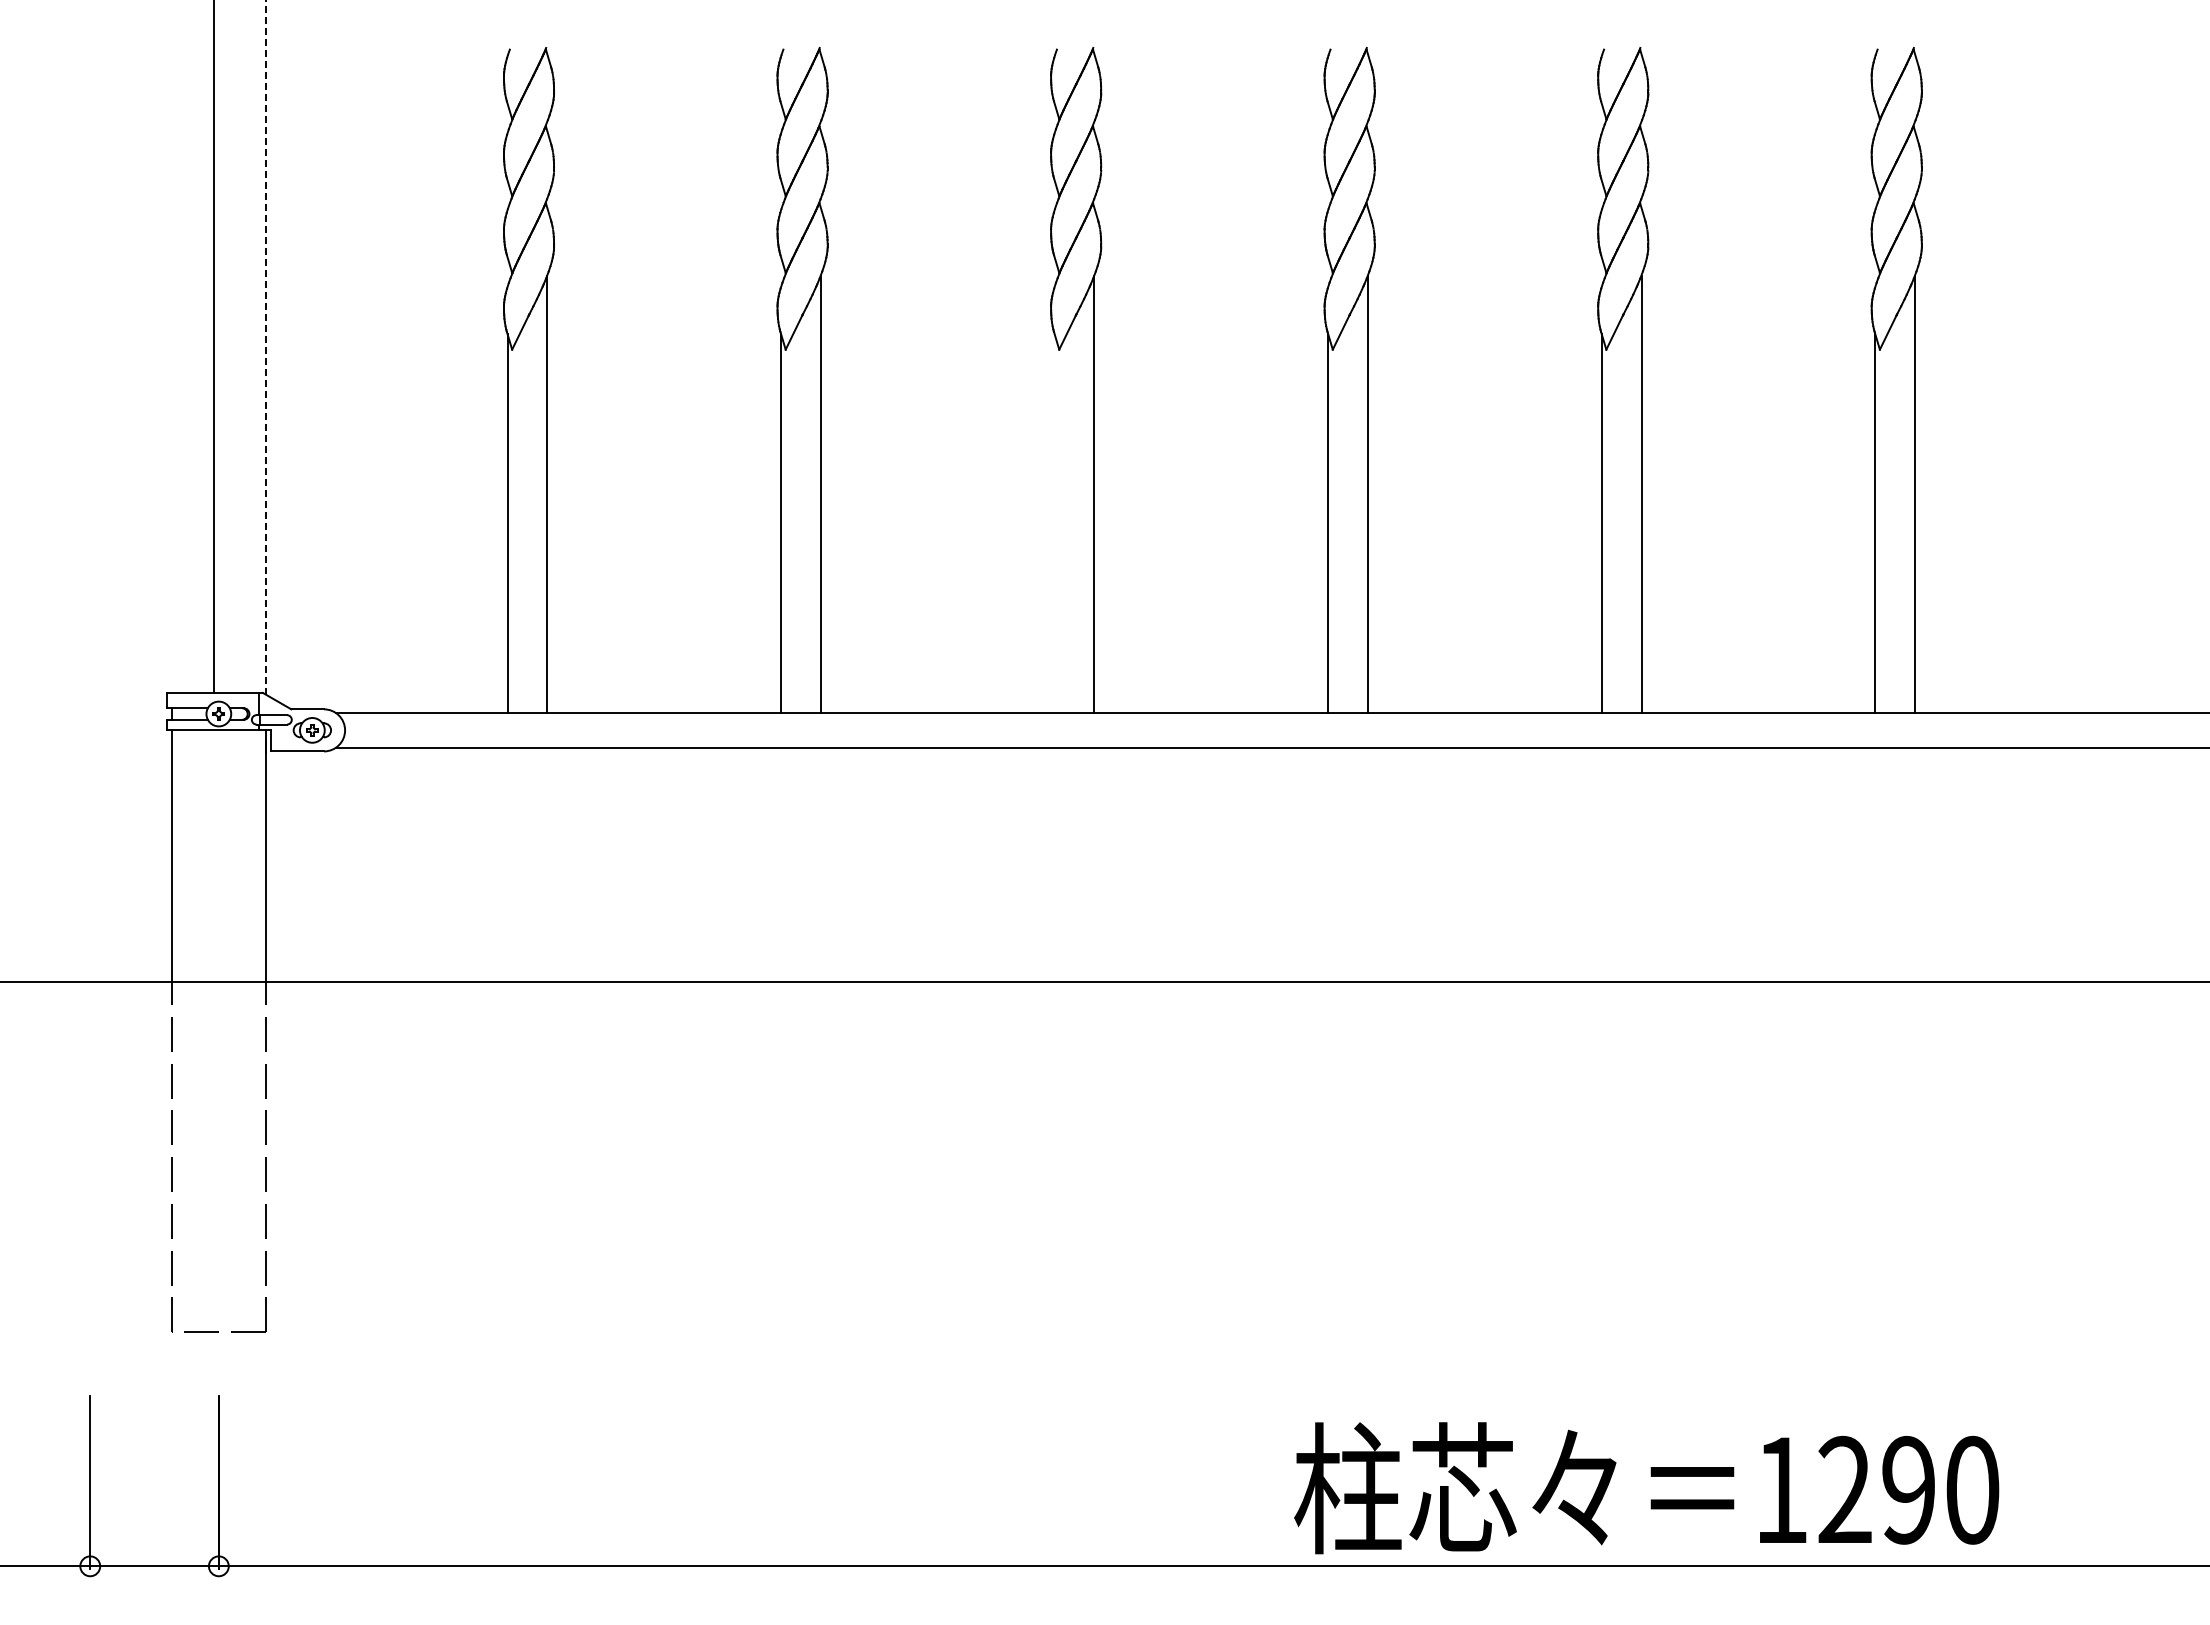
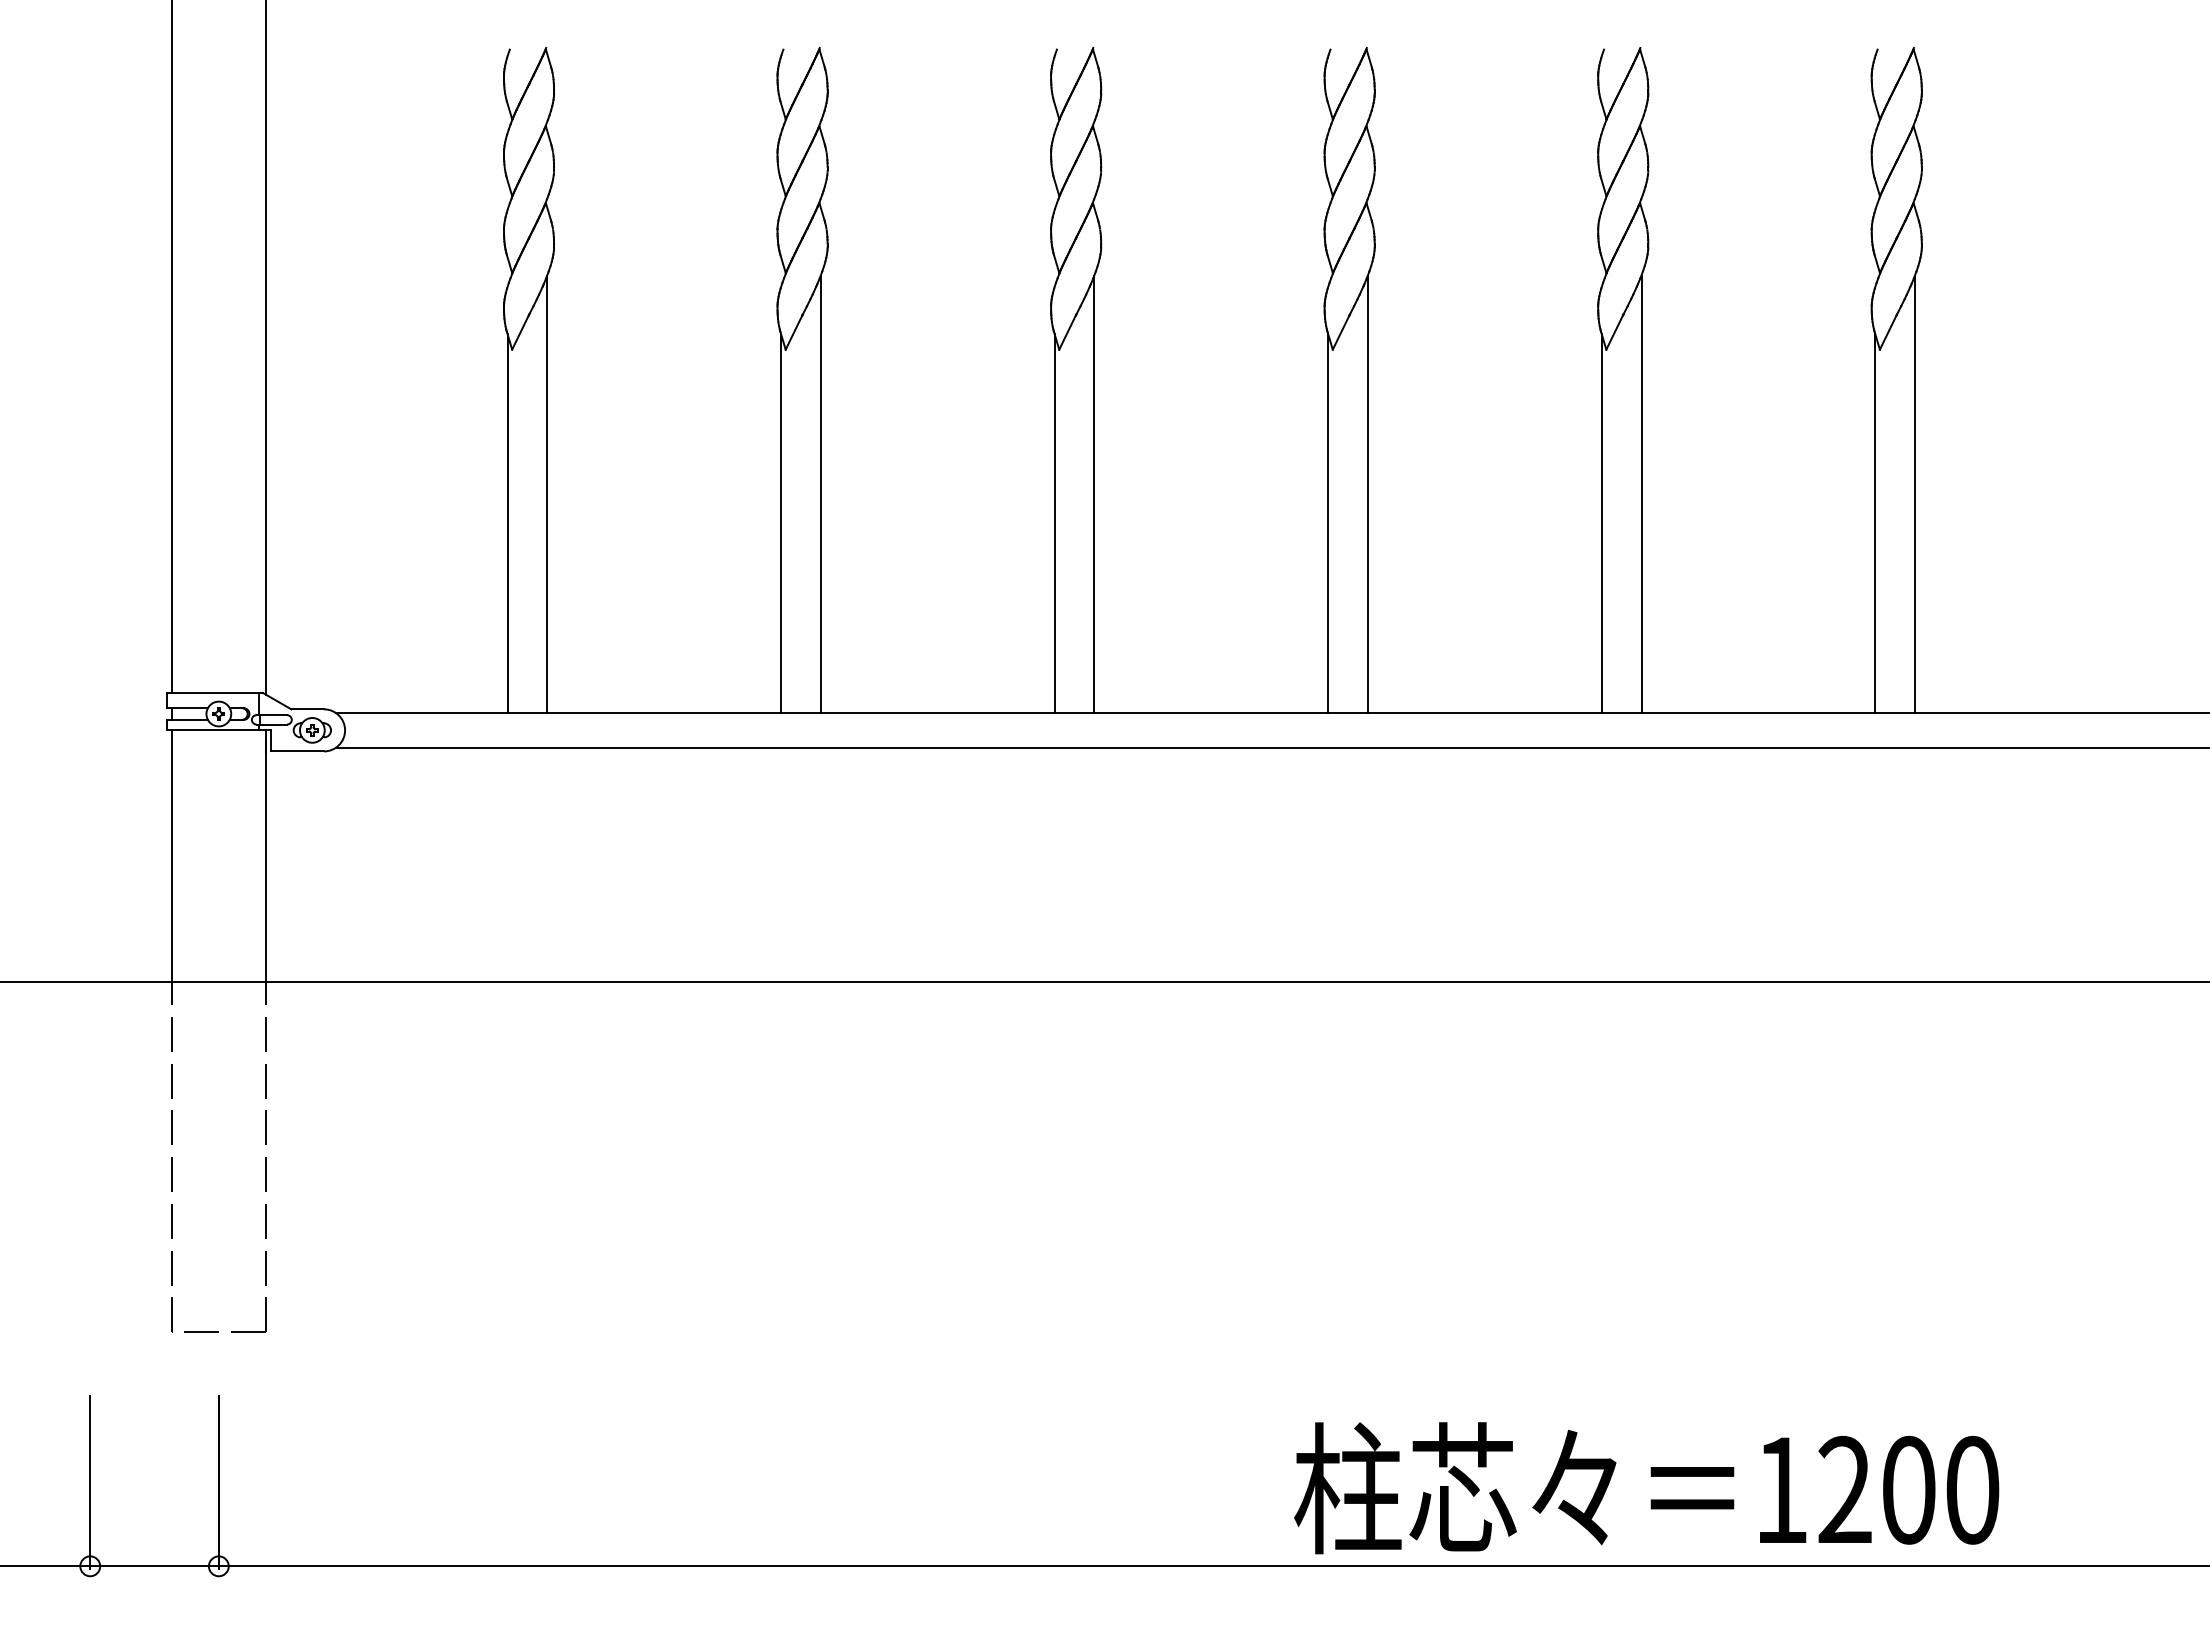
line at (266, 346): dashed -> solid
line at (213, 347) position: (213, 347) -> (171, 347)
line at (1054, 523): none -> present
text at (1908, 1489): 1290 -> 1200
